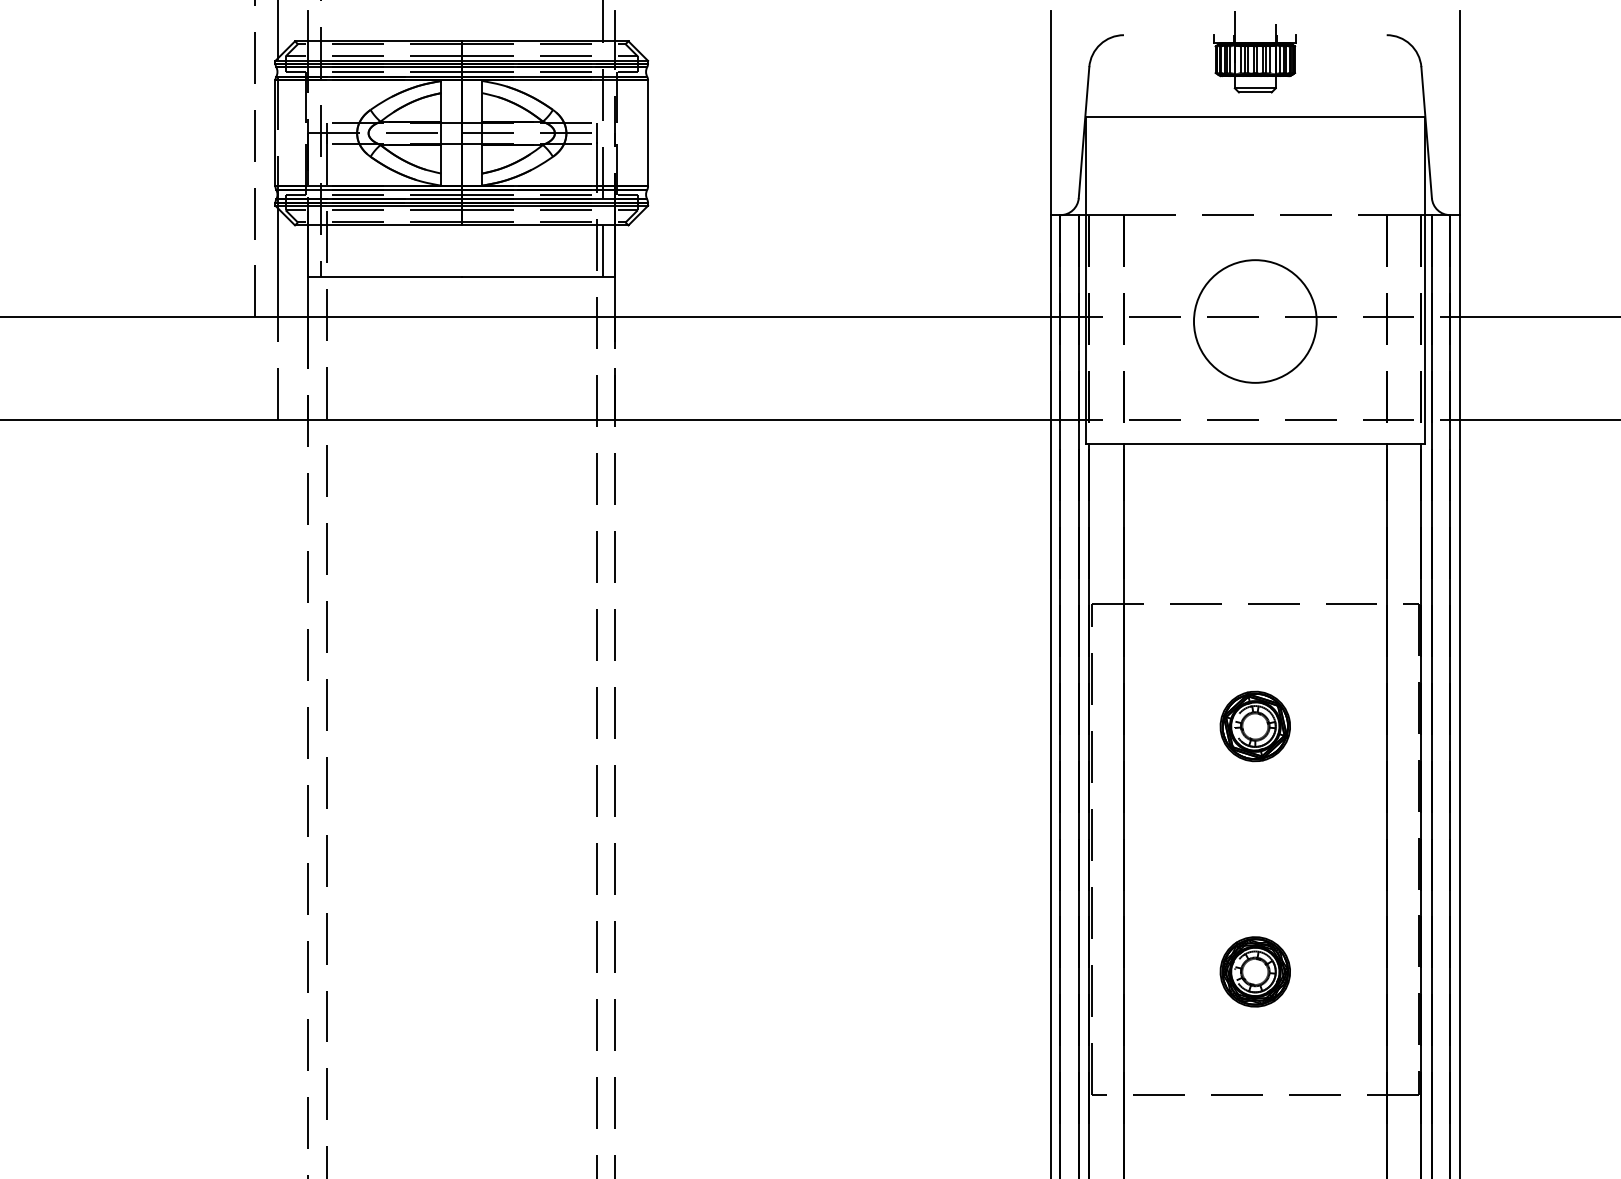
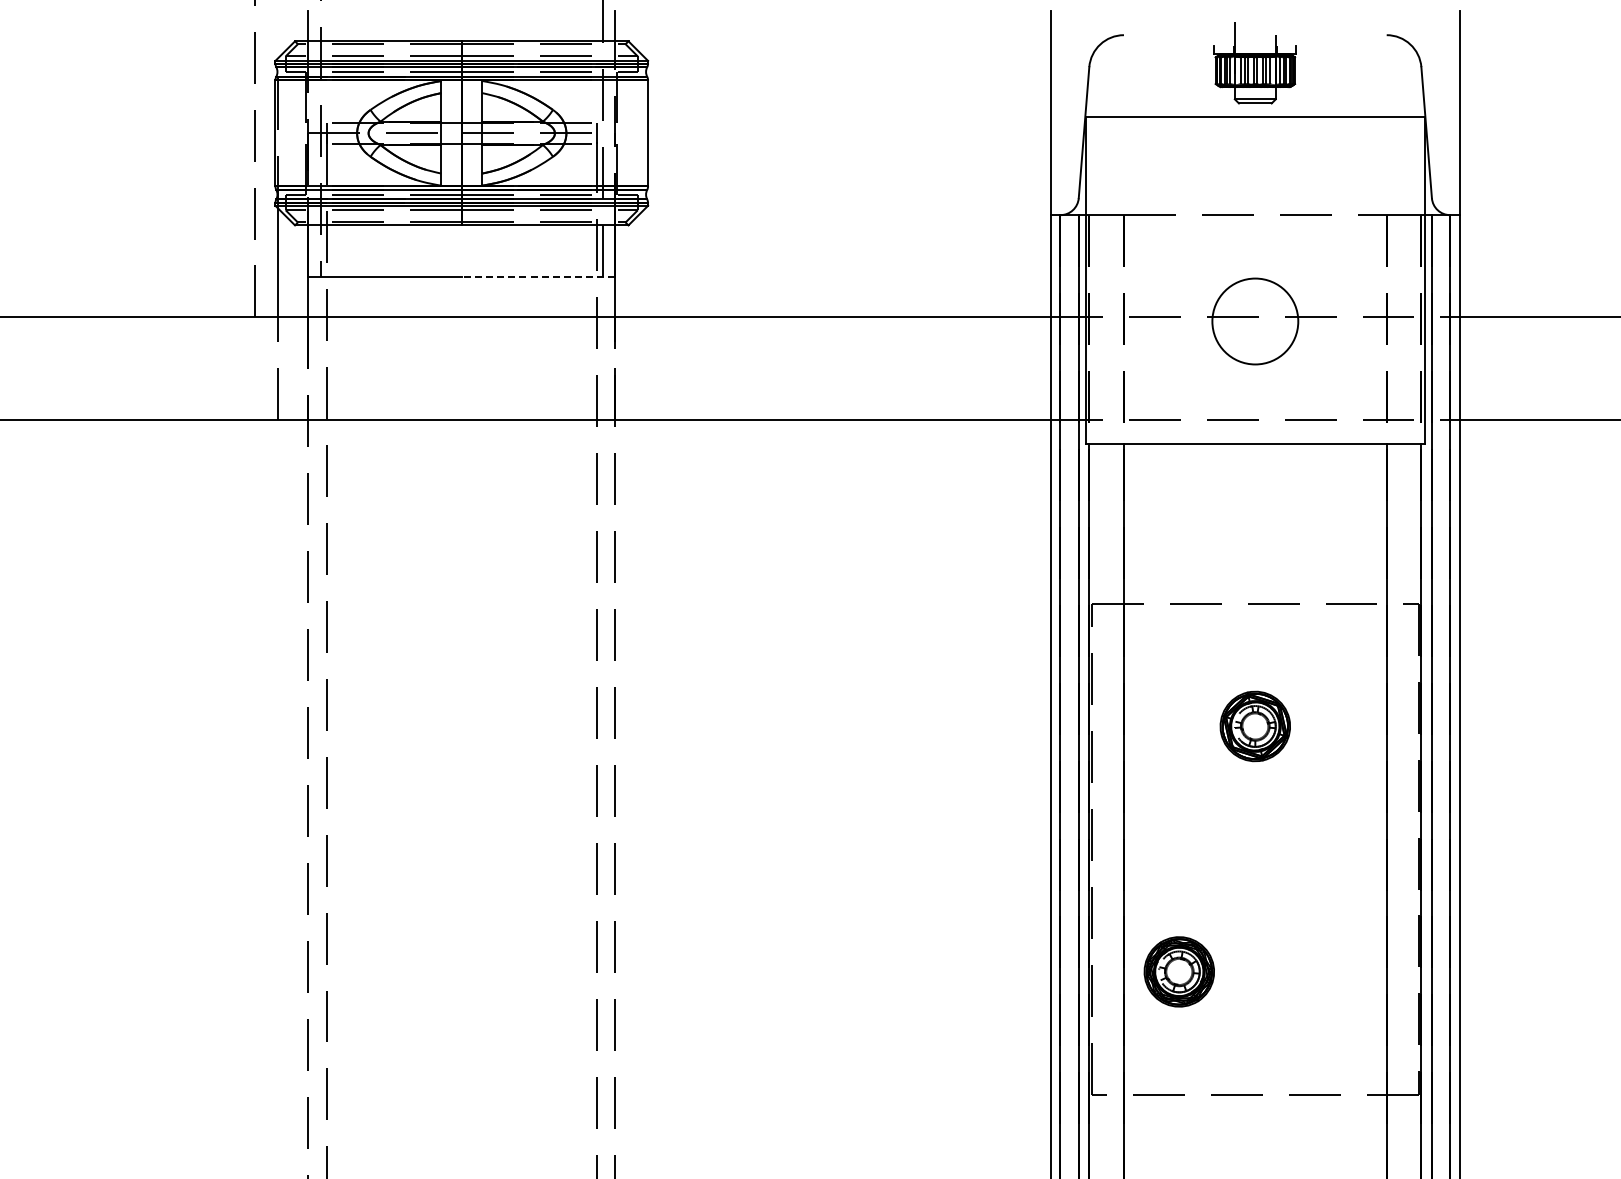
line at (277, 30): present -> none
part at (1254, 52) position: (1254, 52) -> (1254, 63)
line at (538, 276): solid -> dashed
circle at (1254, 321) diameter: 123 px -> 86 px
part at (1254, 971) position: (1254, 971) -> (1178, 971)
